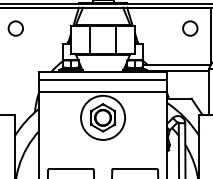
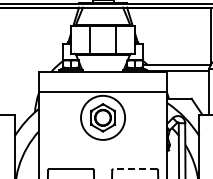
circle at (15, 28): present -> none
circle at (190, 28): present -> none
line at (102, 79): present -> none
line at (135, 169): solid -> dashed
